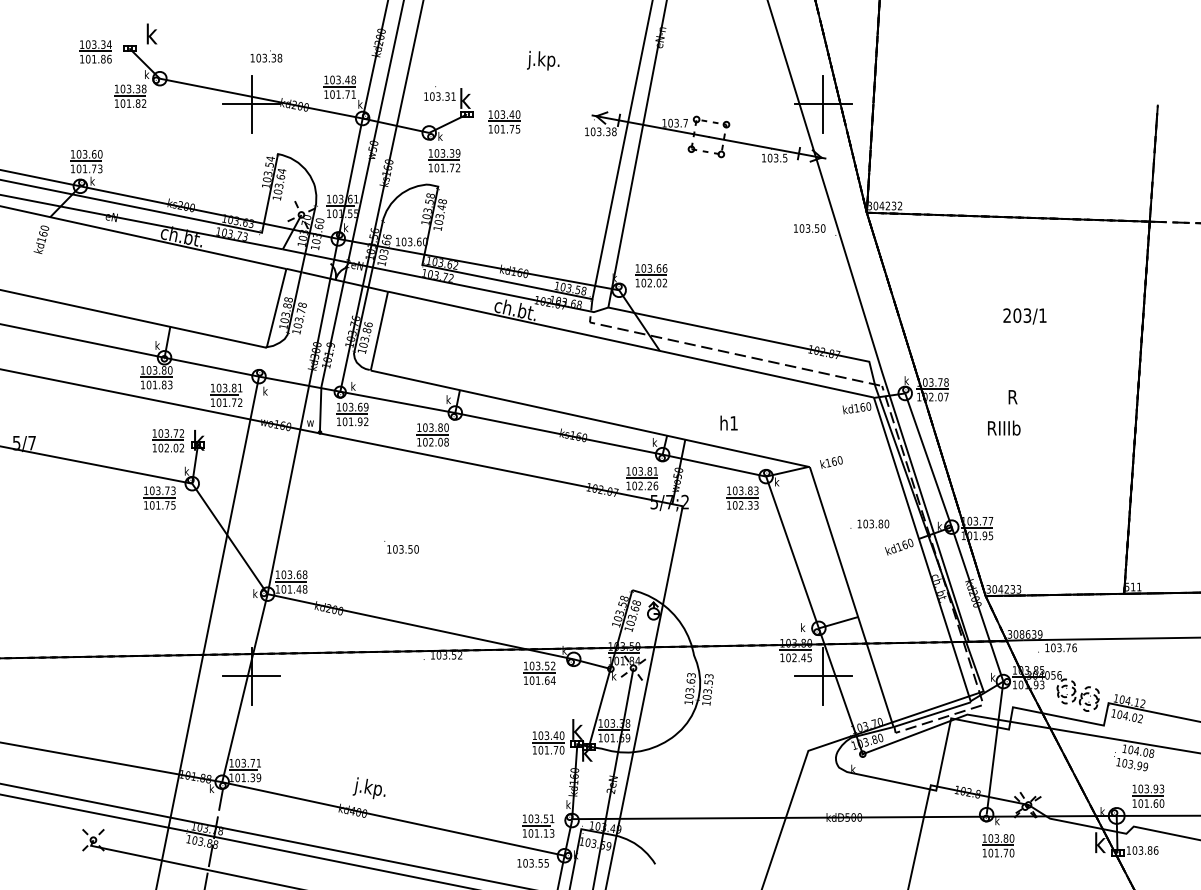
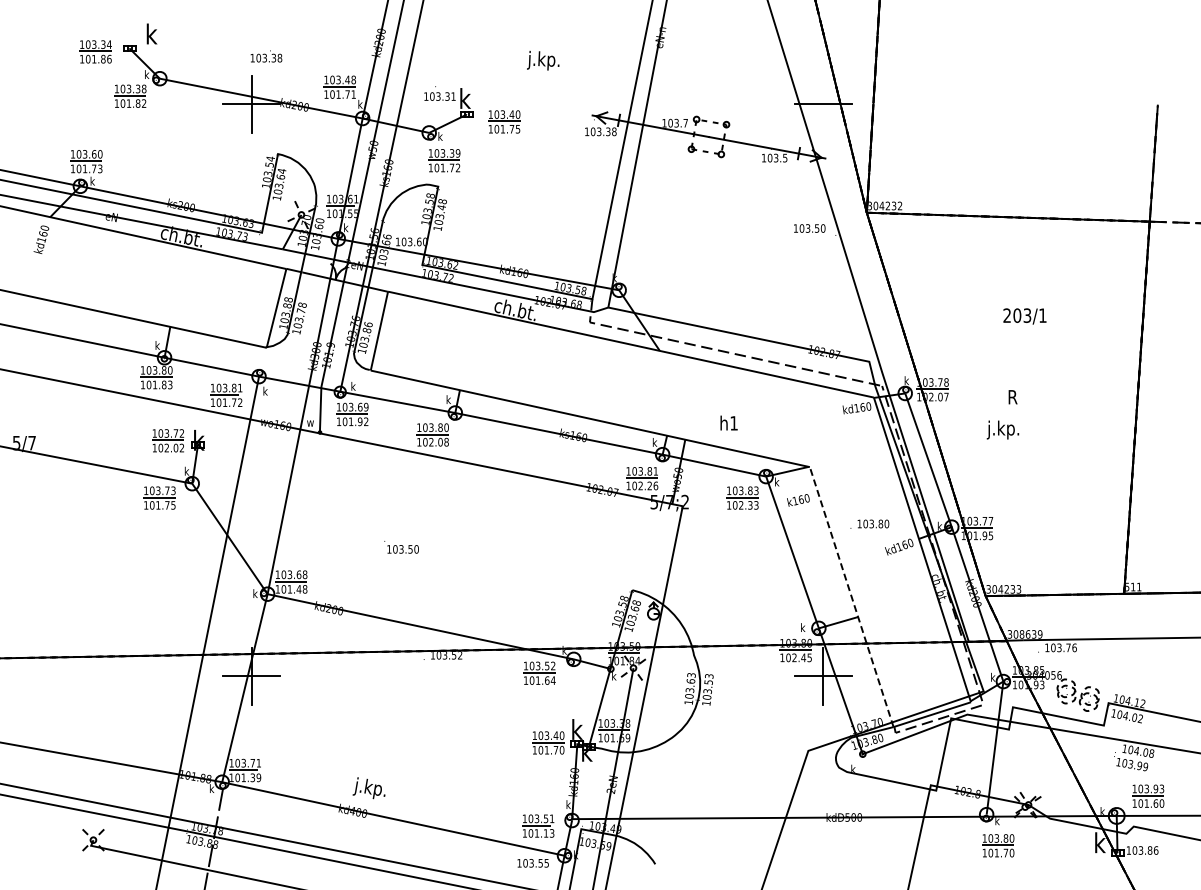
line at (823, 103): present -> none
part at (651, 275): present -> none
text at (1003, 429): RIIIb -> j.kp.
text at (831, 462) position: (831, 462) -> (798, 500)
line at (851, 597): solid -> dashed
